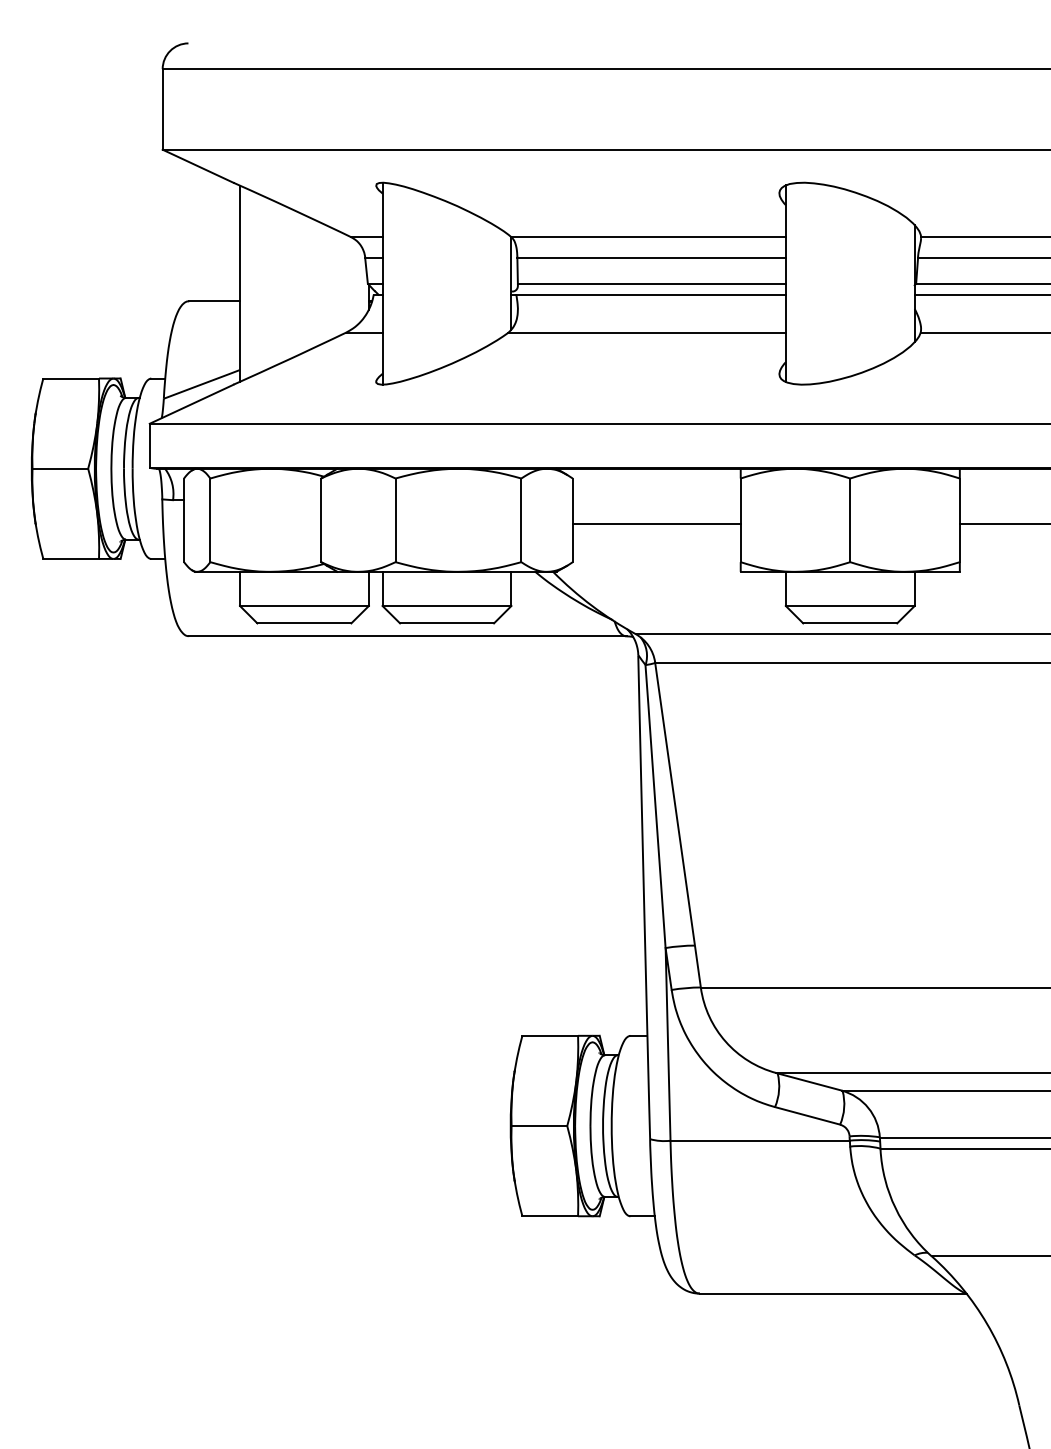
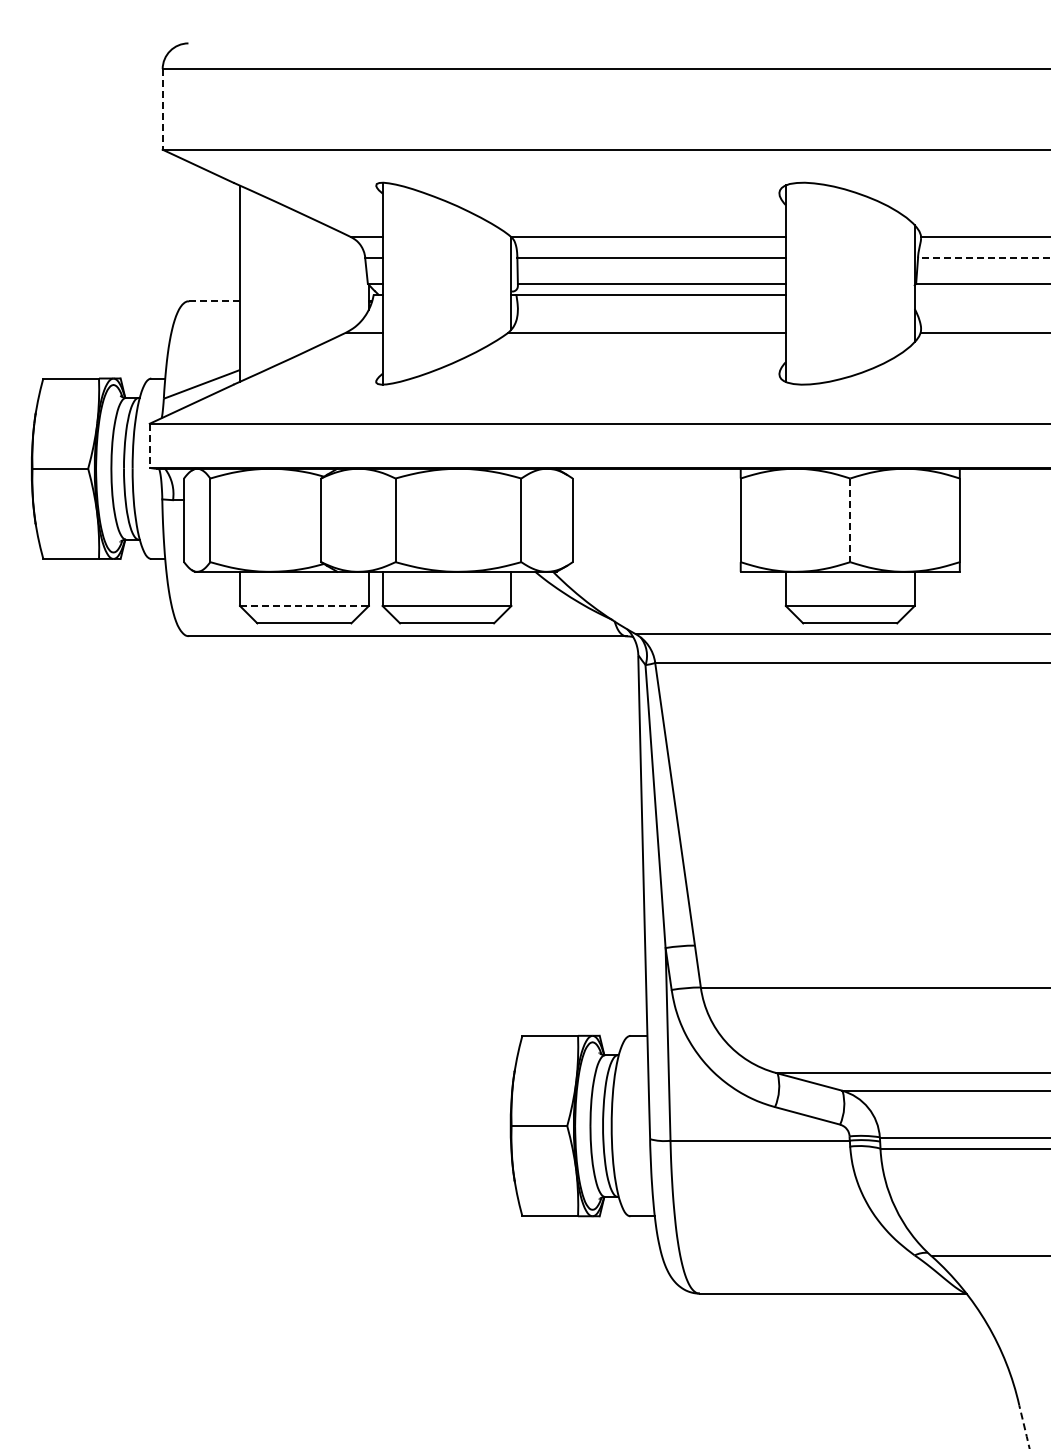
line at (162, 109): solid -> dashed
line at (984, 257): solid -> dashed
line at (980, 294): present -> none
line at (214, 301): solid -> dashed
line at (149, 446): solid -> dashed
line at (850, 520): solid -> dashed
line at (656, 524): present -> none
line at (1003, 524): present -> none
line at (304, 605): solid -> dashed
arc at (1024, 1426): solid -> dashed
